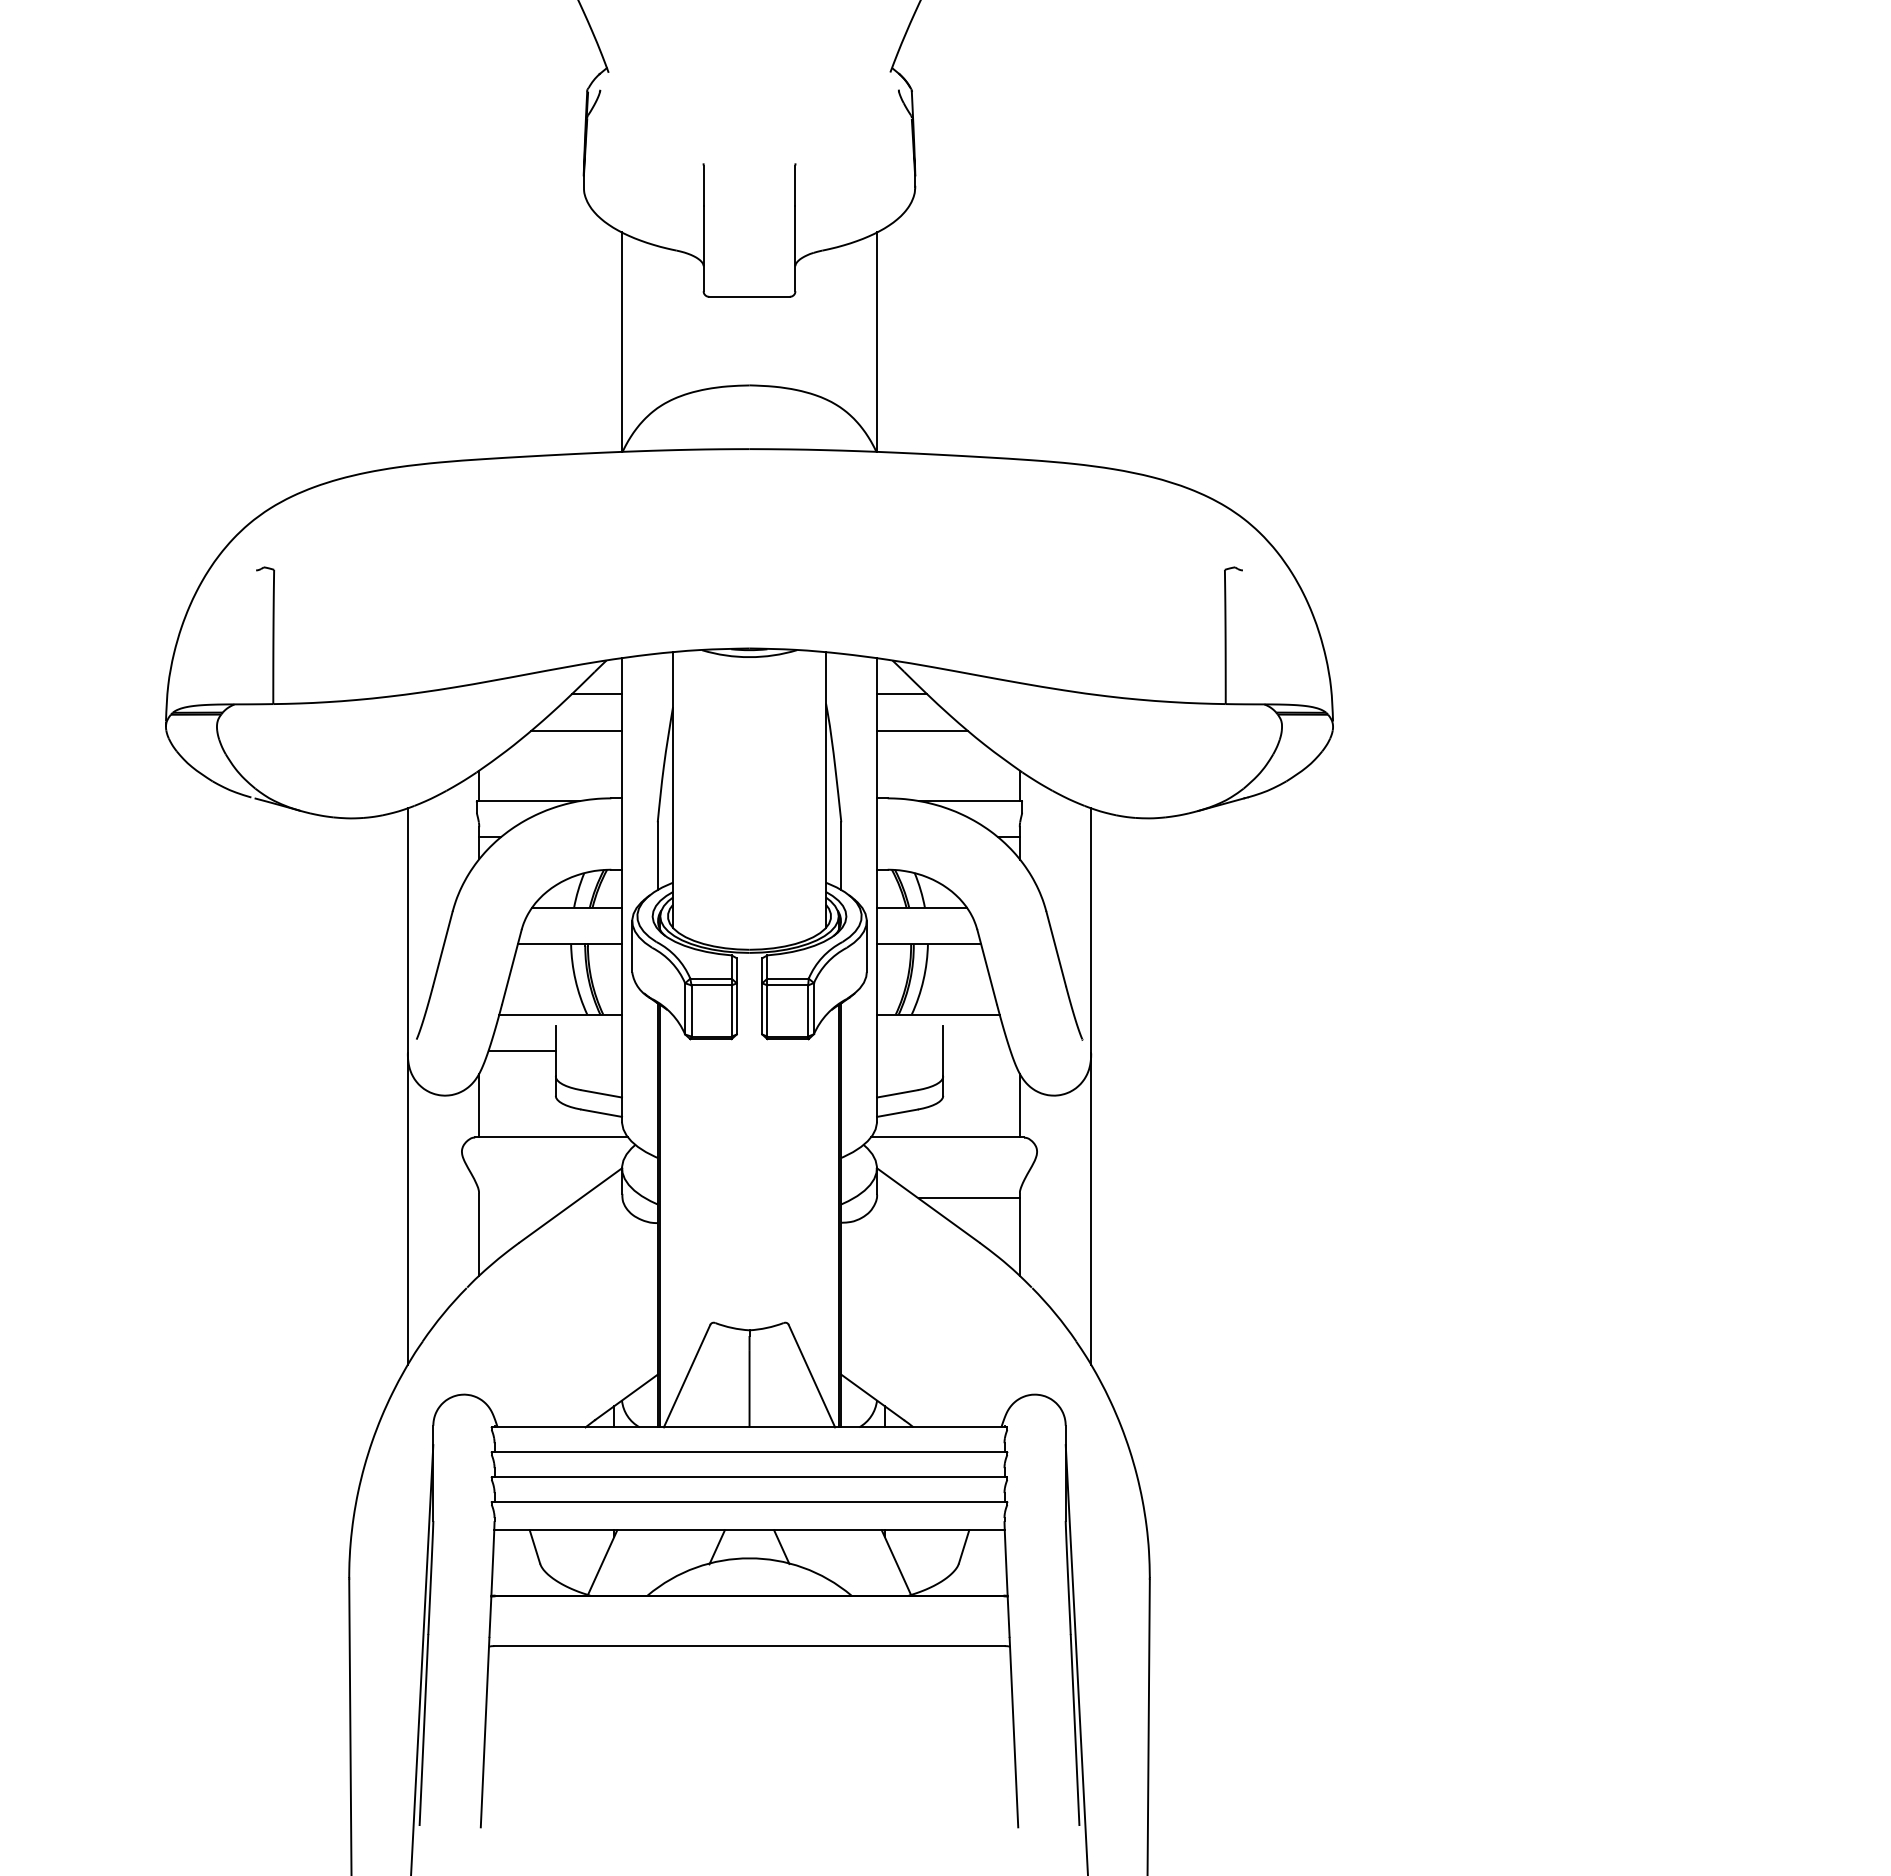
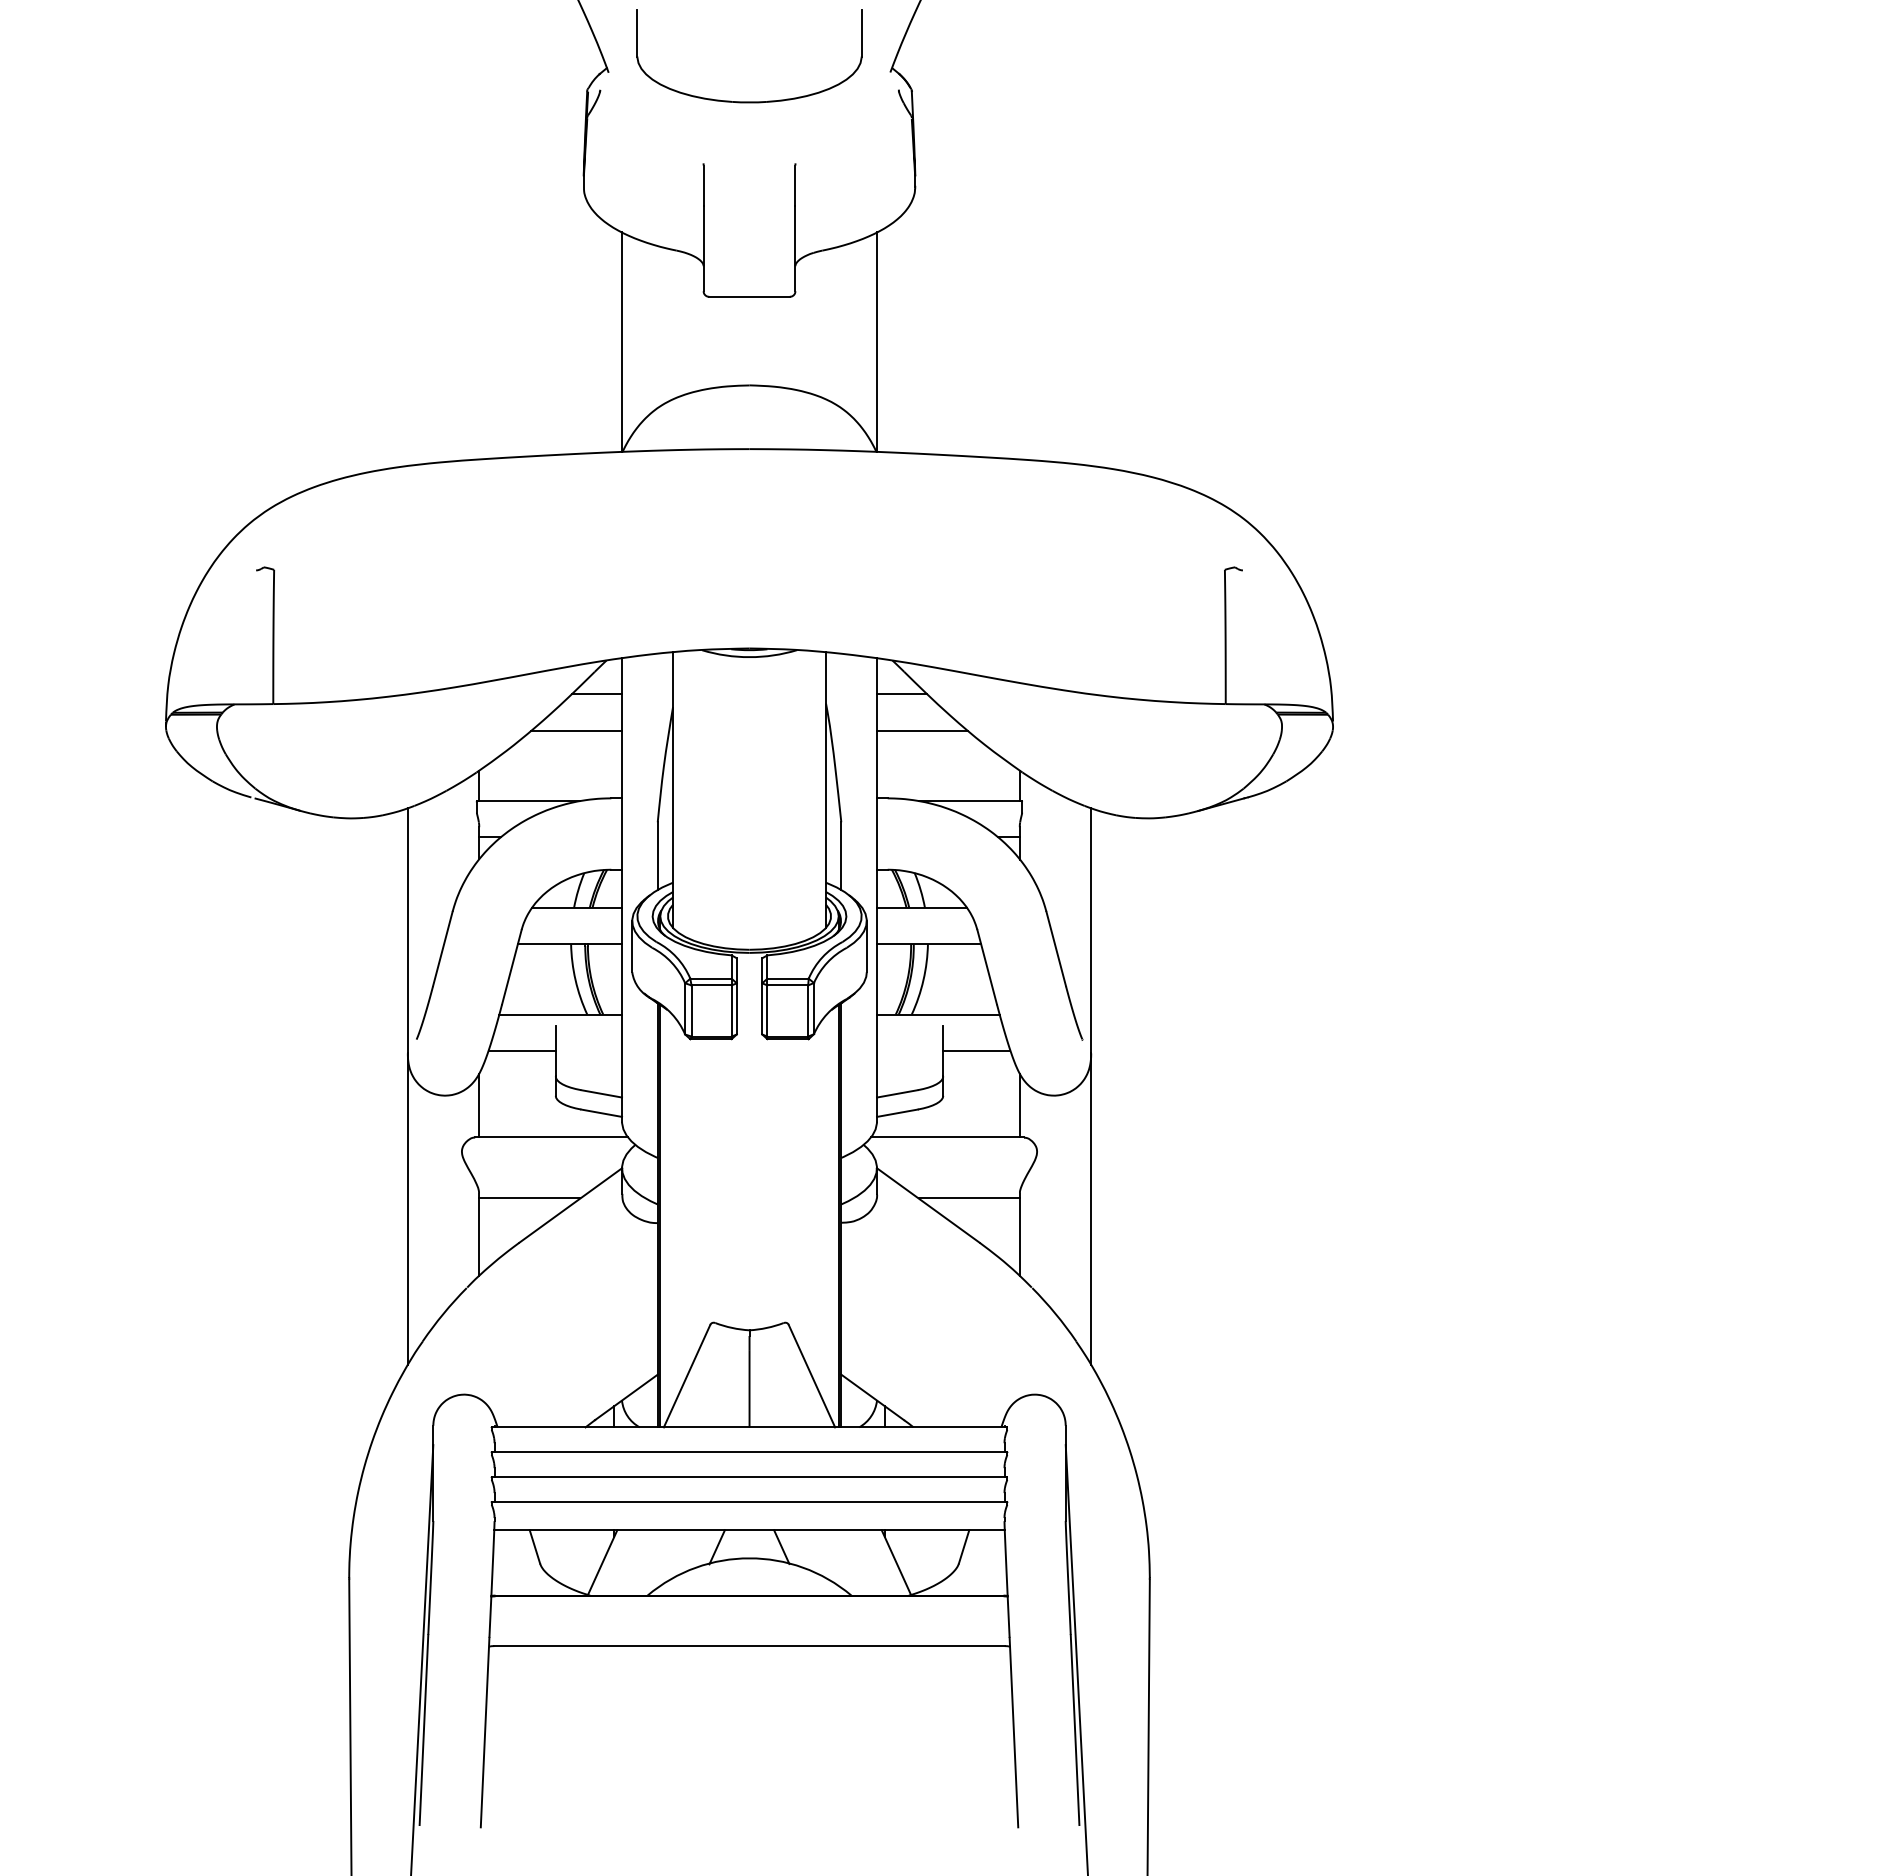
part at (749, 101): none -> present
line at (976, 1050): none -> present
line at (529, 1198): none -> present
